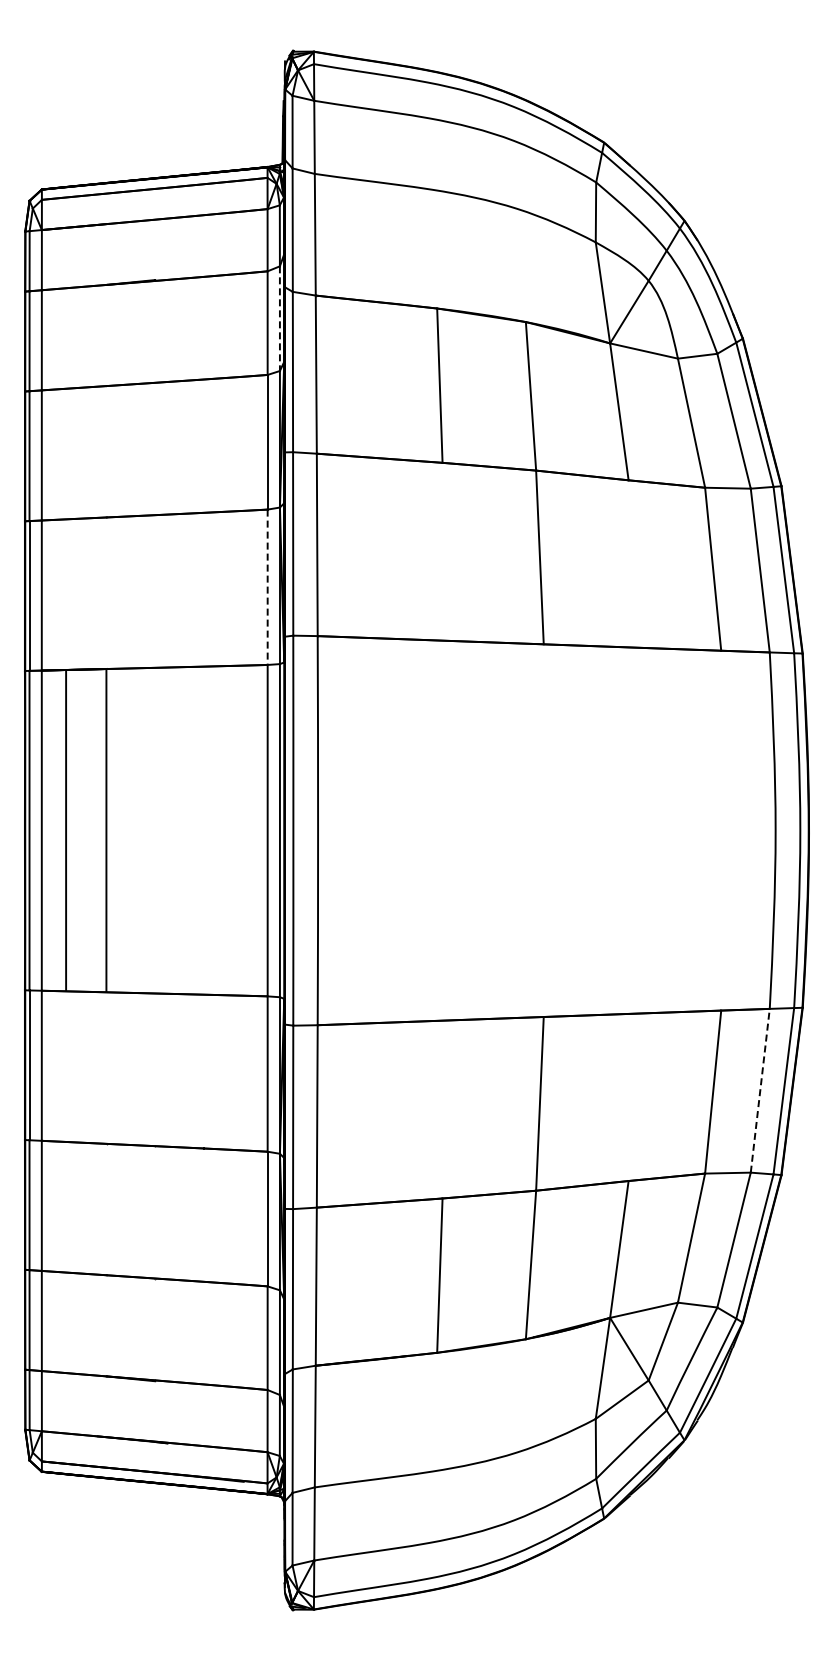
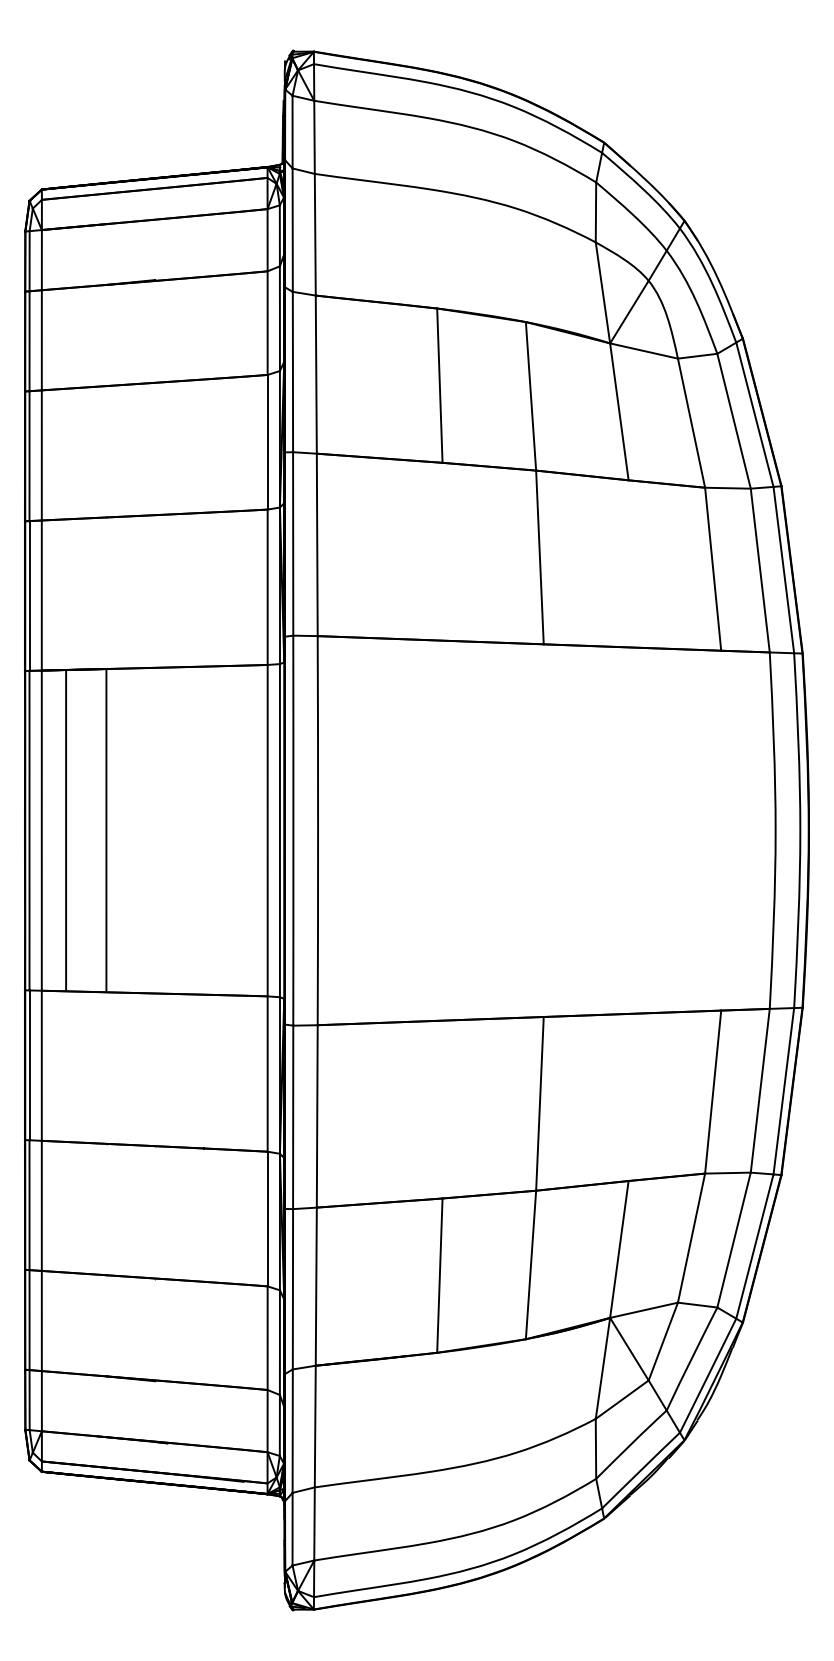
line at (279, 319): dashed -> solid
line at (267, 587): dashed -> solid
line at (760, 1090): dashed -> solid
